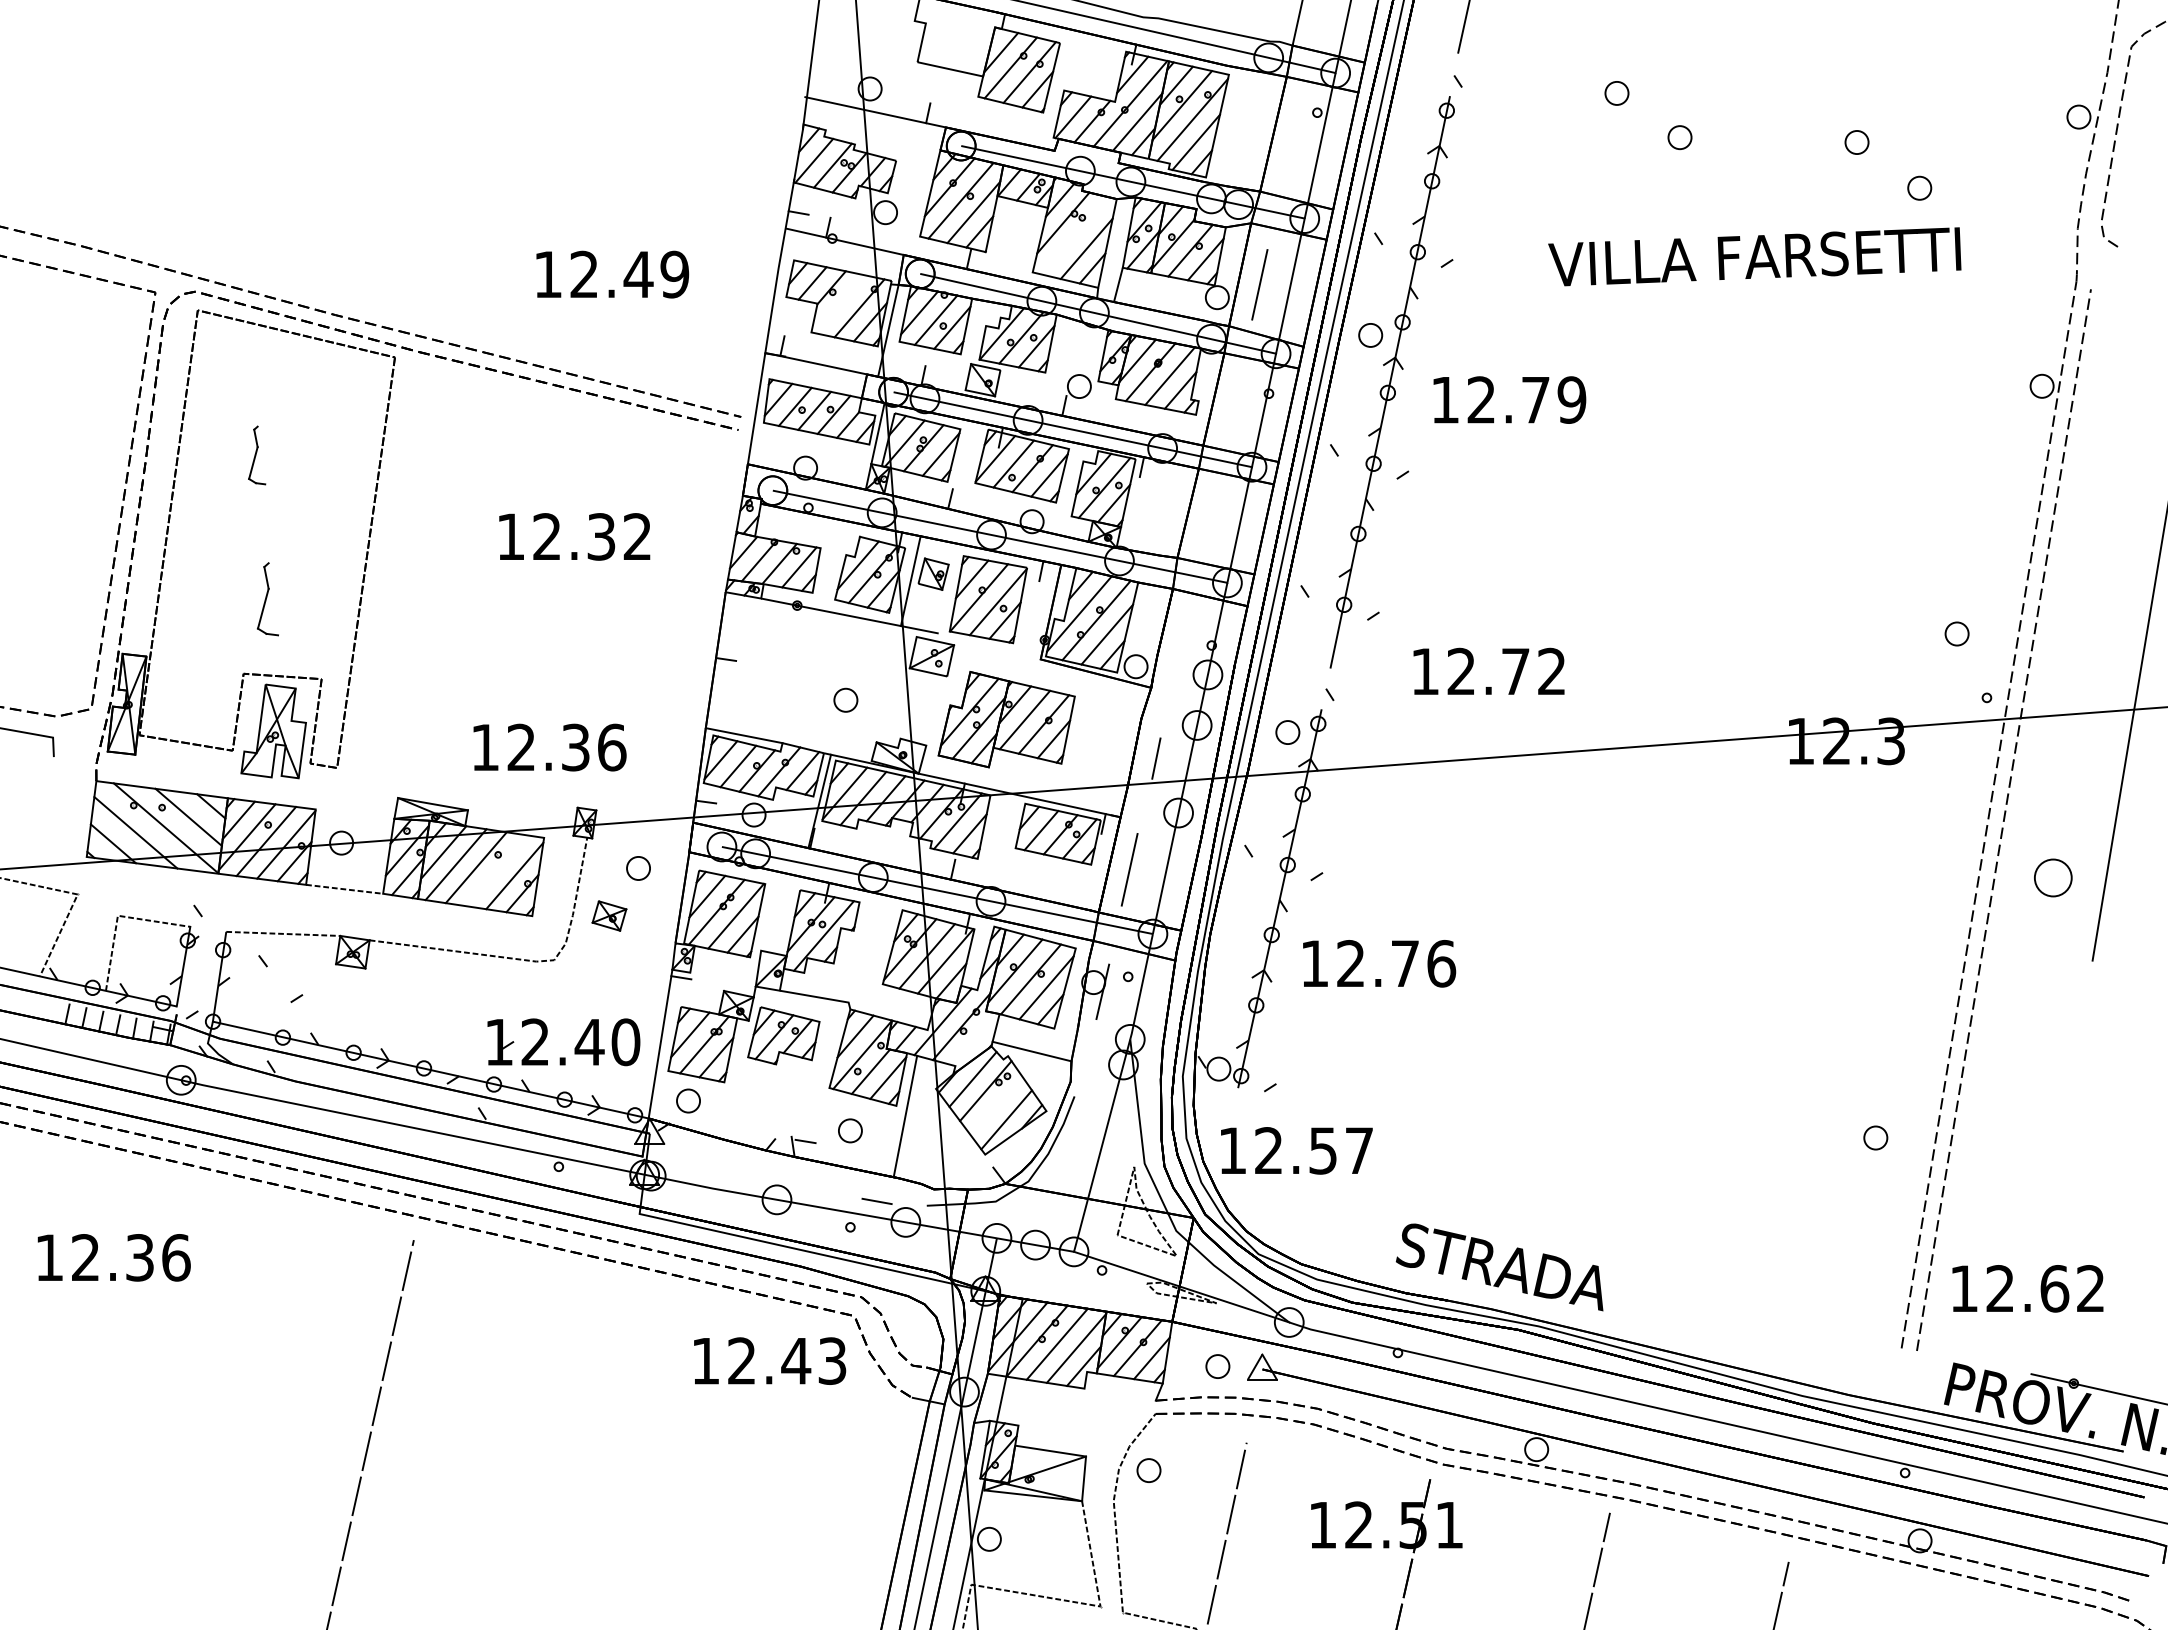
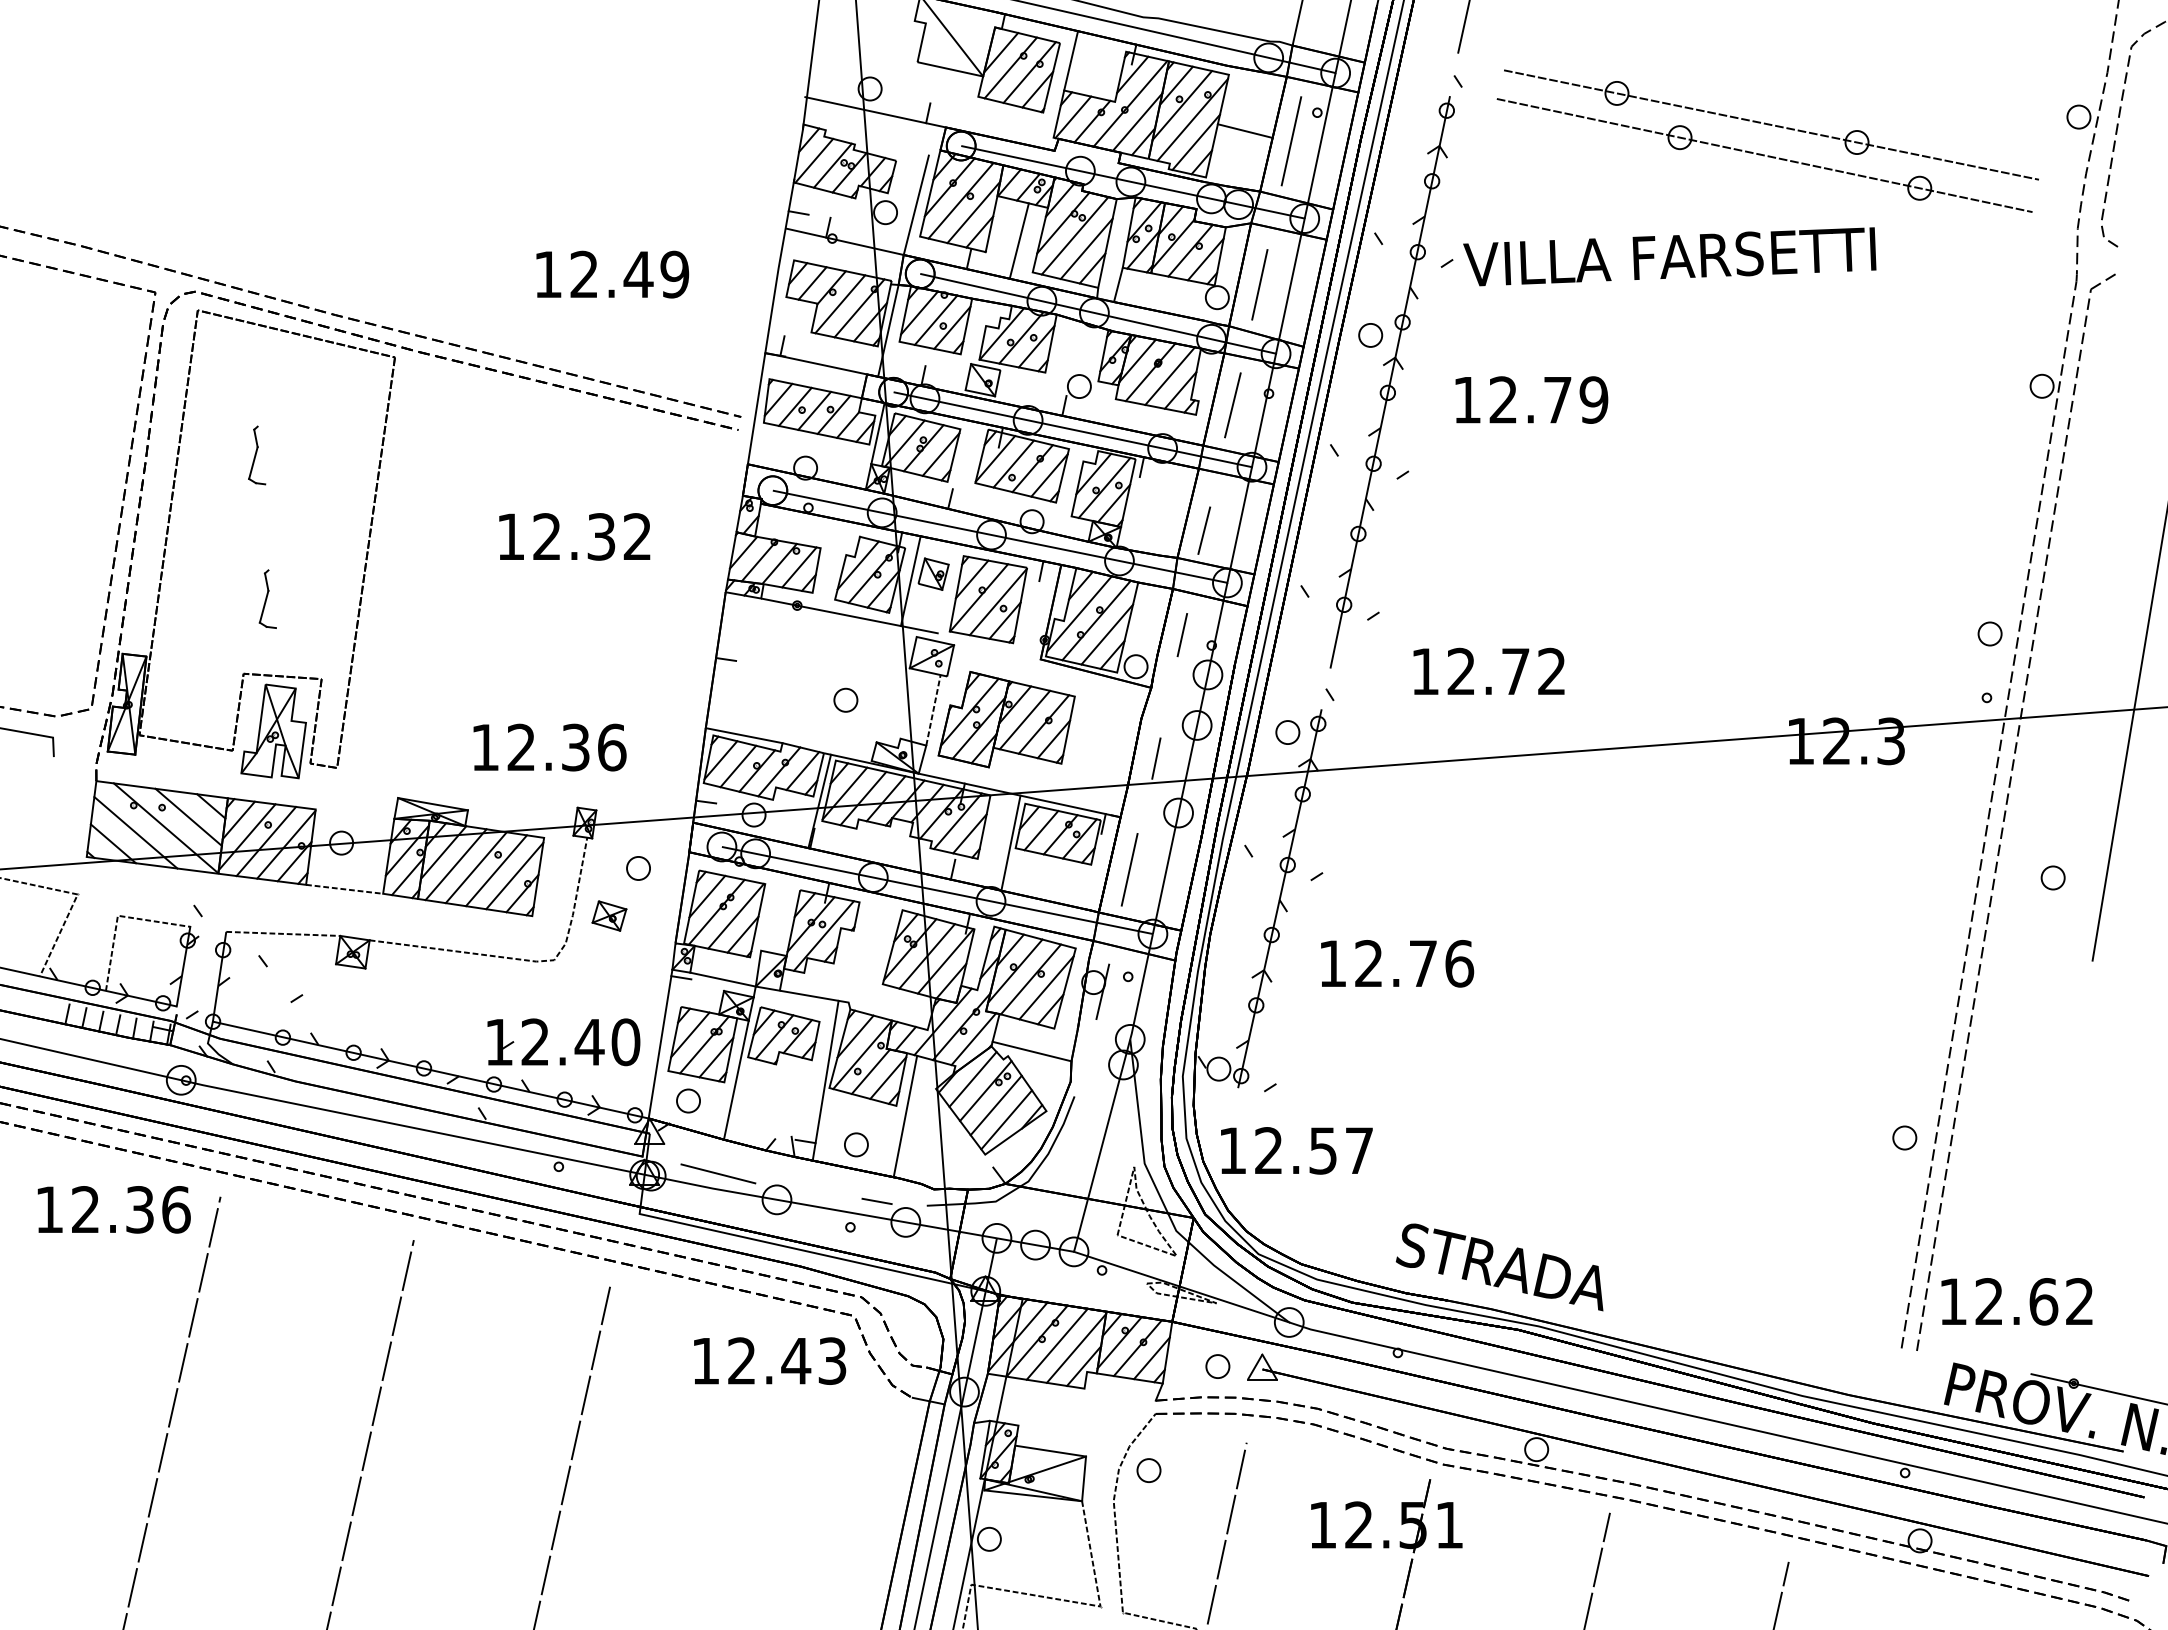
line at (954, 39): none -> present
line at (1071, 60): none -> present
line at (1771, 124): none -> present
line at (1244, 130): none -> present
line at (1291, 141): none -> present
line at (1764, 155): none -> present
line at (915, 205): none -> present
line at (1074, 235): none -> present
line at (1018, 240): none -> present
text at (1754, 256) position: (1754, 256) -> (1669, 256)
line at (2103, 281): none -> present
line at (840, 304): none -> present
text at (1509, 399) position: (1509, 399) -> (1531, 399)
line at (1232, 405): none -> present
line at (1204, 530): none -> present
part at (267, 599) size: 22x75 px -> 19x60 px
part at (1956, 633) position: (1956, 633) -> (1989, 633)
line at (1182, 635): none -> present
line at (933, 710): none -> present
line at (1010, 842): none -> present
line at (496, 870): none -> present
part at (2053, 877) size: 39x40 px -> 26x26 px
text at (1379, 963) position: (1379, 963) -> (1397, 963)
line at (722, 979): none -> present
line at (973, 1039): none -> present
line at (735, 1079): none -> present
line at (825, 1080): none -> present
line at (995, 1105): none -> present
part at (850, 1130) position: (850, 1130) -> (856, 1144)
part at (1875, 1137) position: (1875, 1137) -> (1904, 1137)
line at (718, 1173): none -> present
text at (113, 1257) position: (113, 1257) -> (113, 1209)
text at (2027, 1288) position: (2027, 1288) -> (2016, 1301)
line at (172, 1411): none -> present
line at (572, 1456): none -> present
